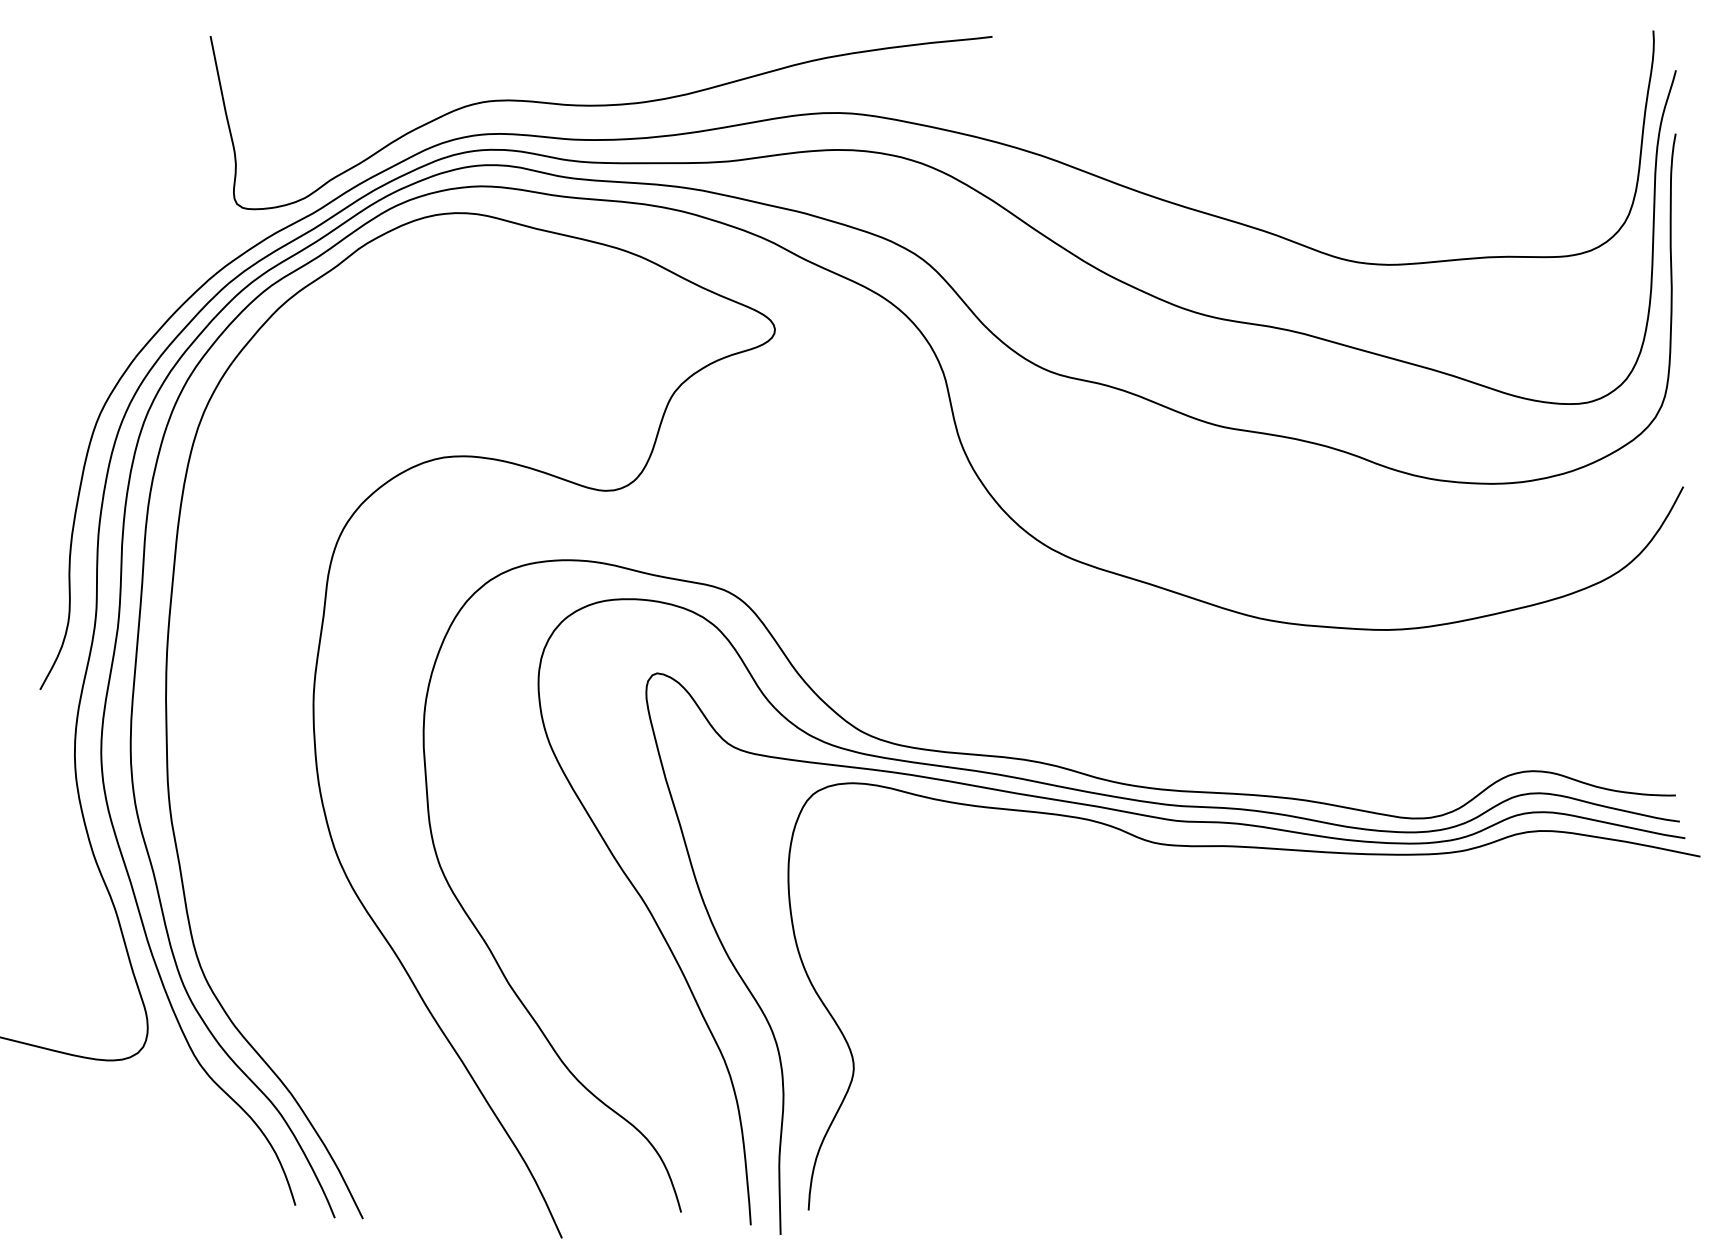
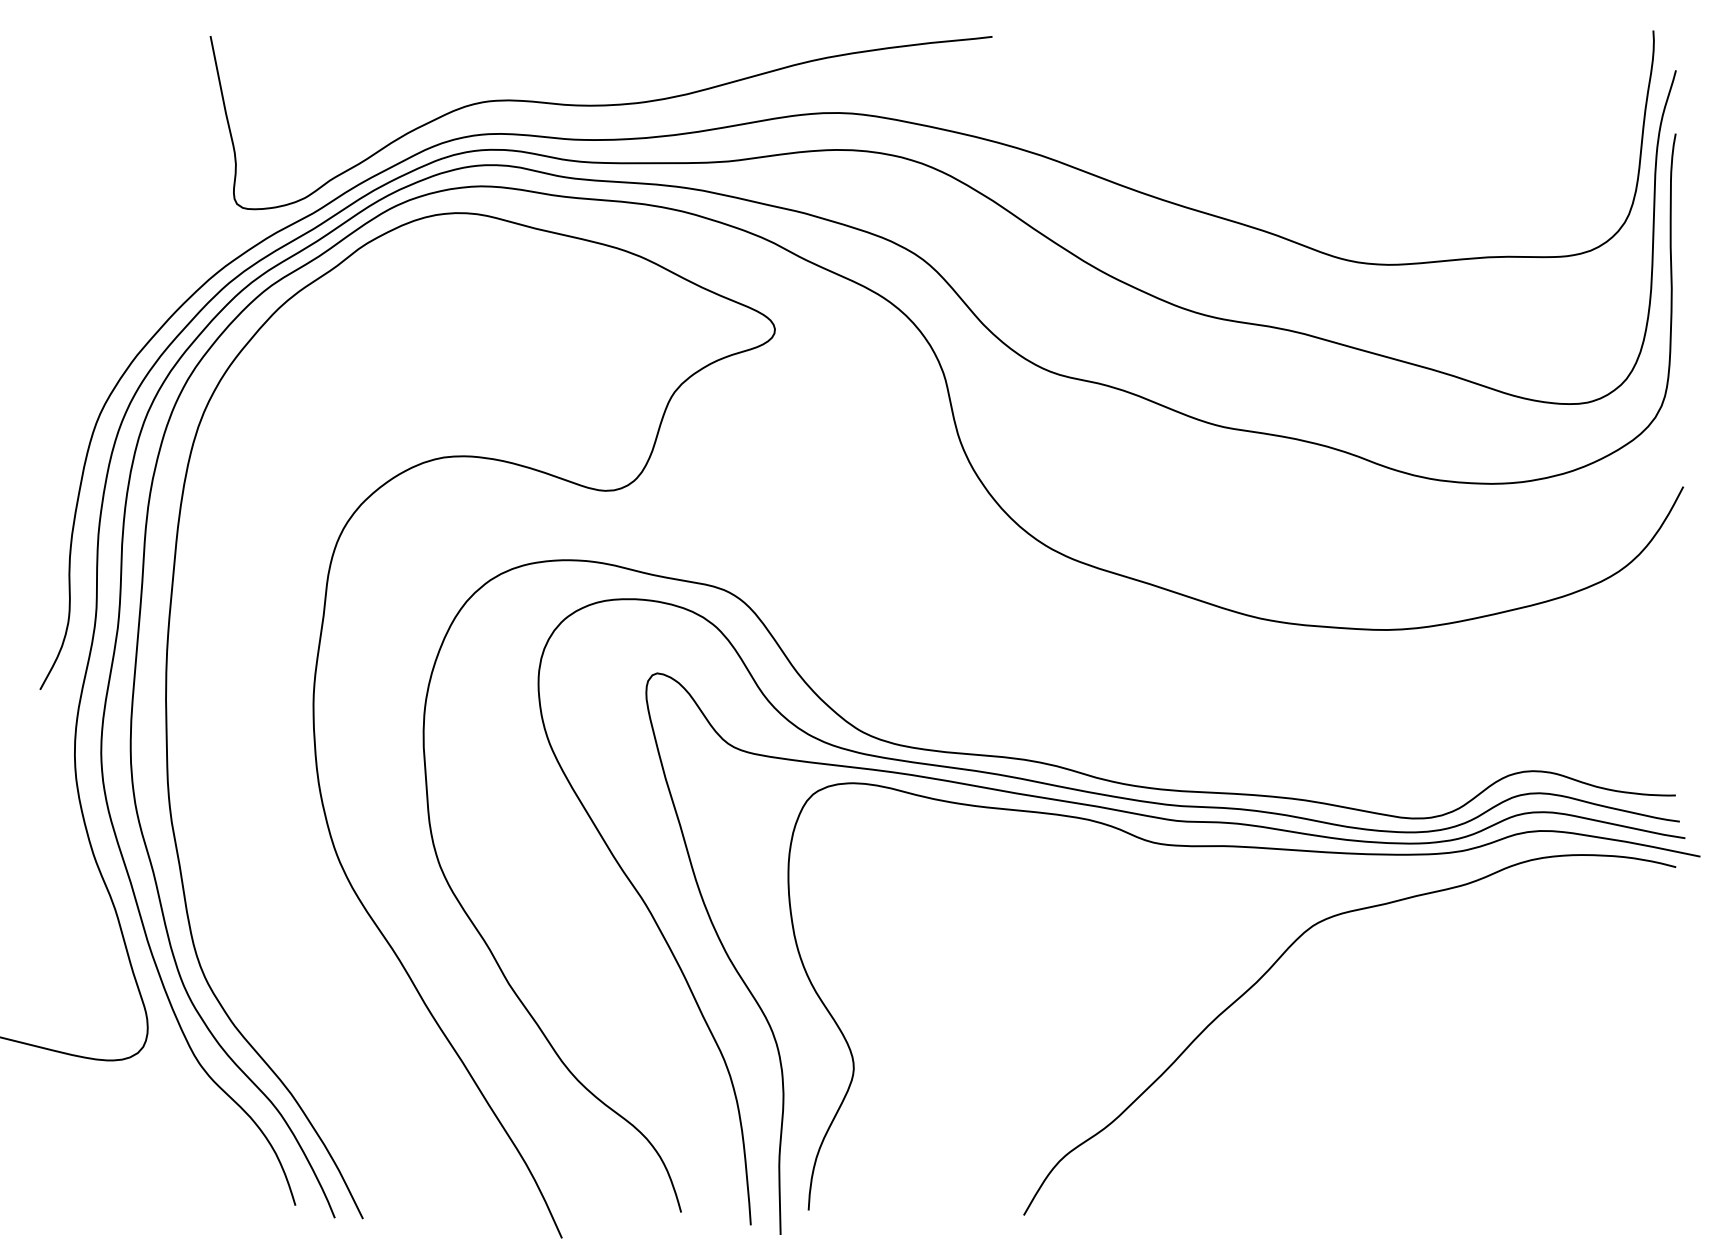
curve at (1274, 965): none -> present
